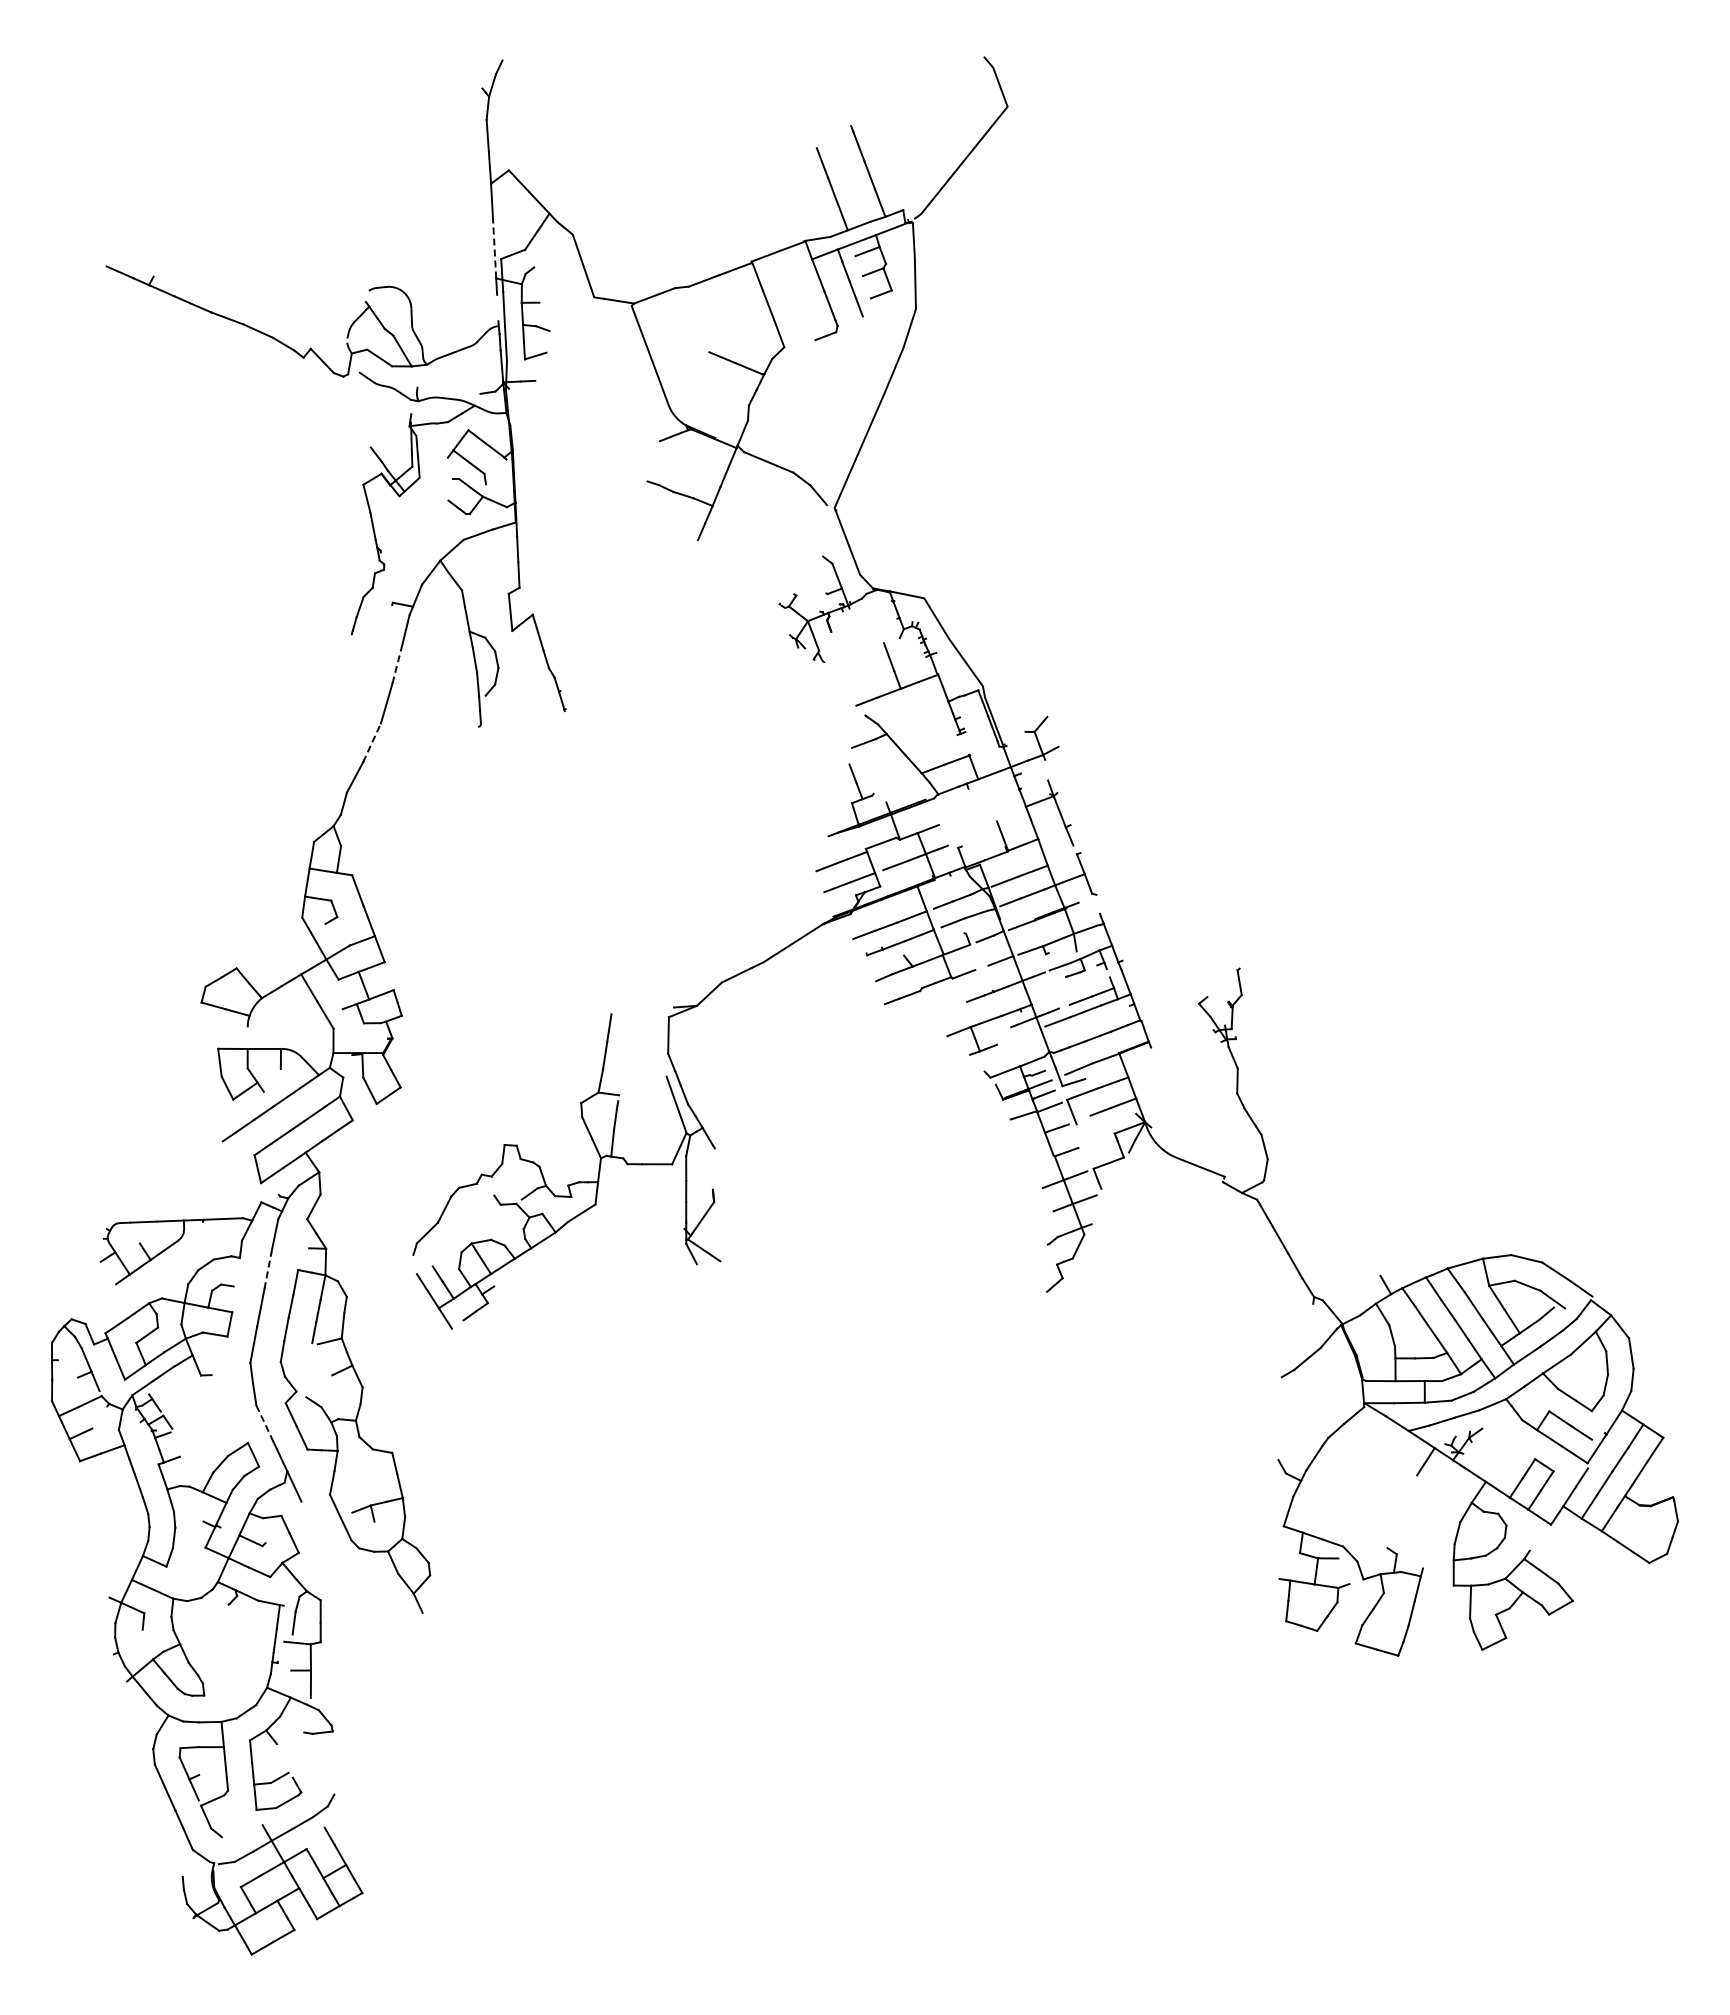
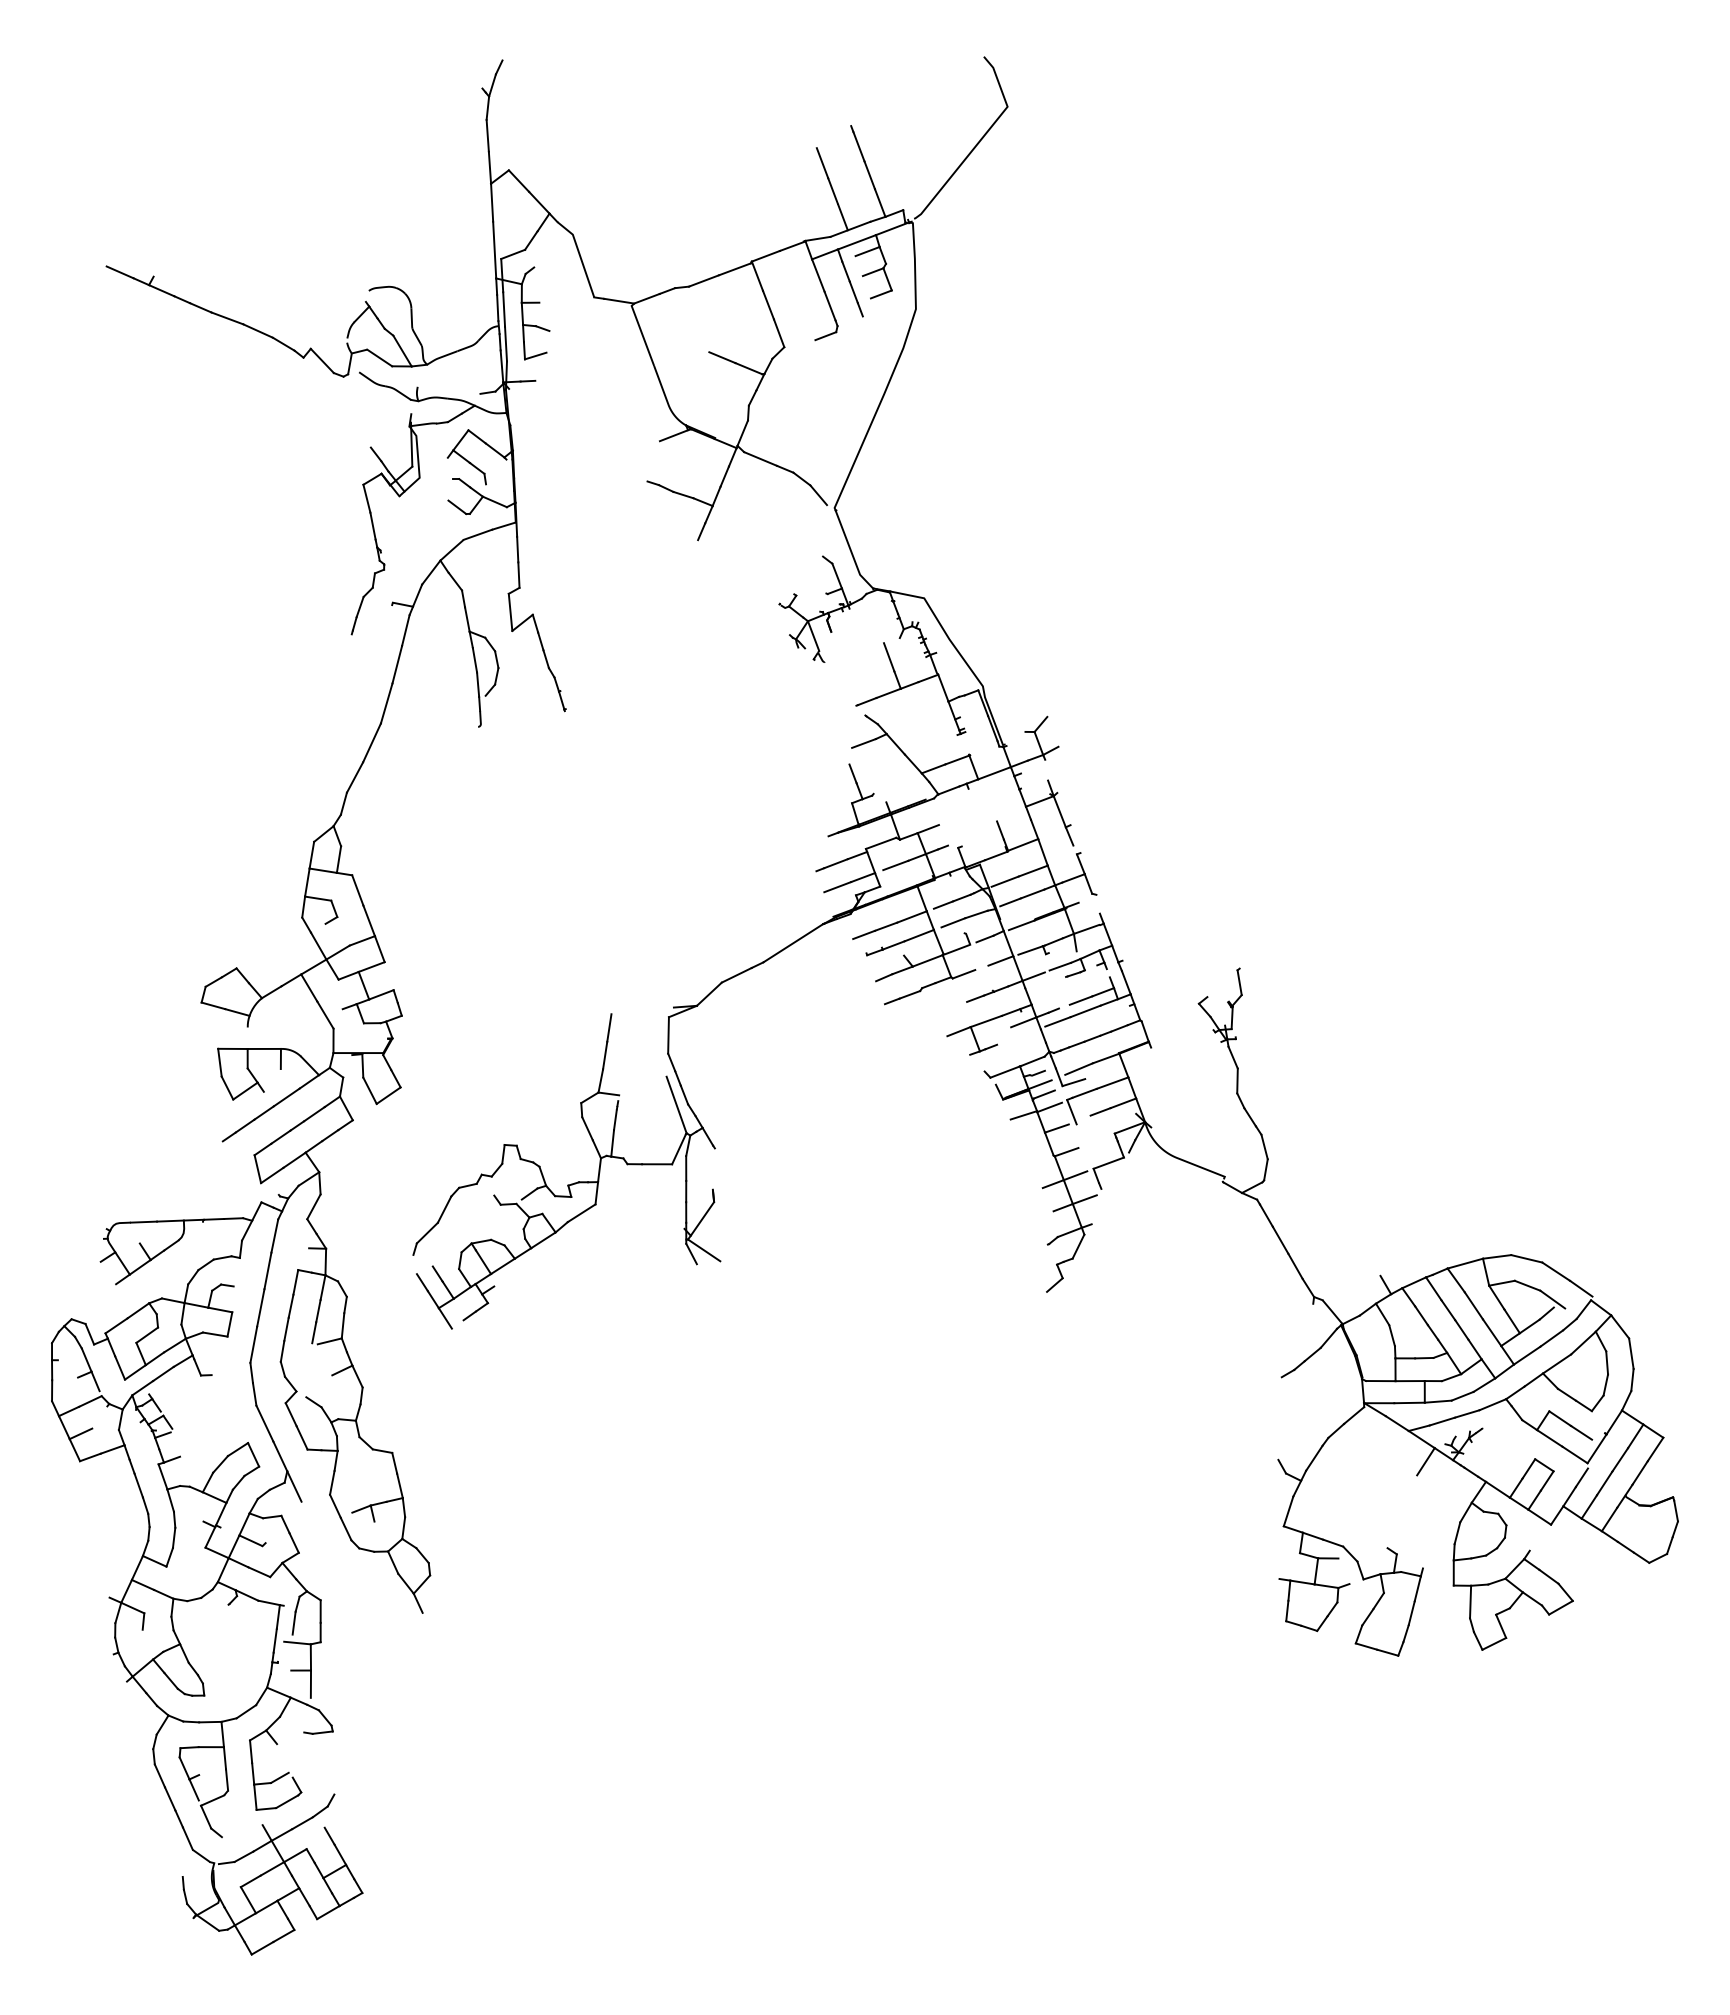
line at (494, 249): dashed -> solid
line at (497, 307): none -> present
line at (397, 664): dashed -> solid
line at (372, 742): dashed -> solid
line at (267, 1270): dashed -> solid
line at (264, 1423): dashed -> solid
